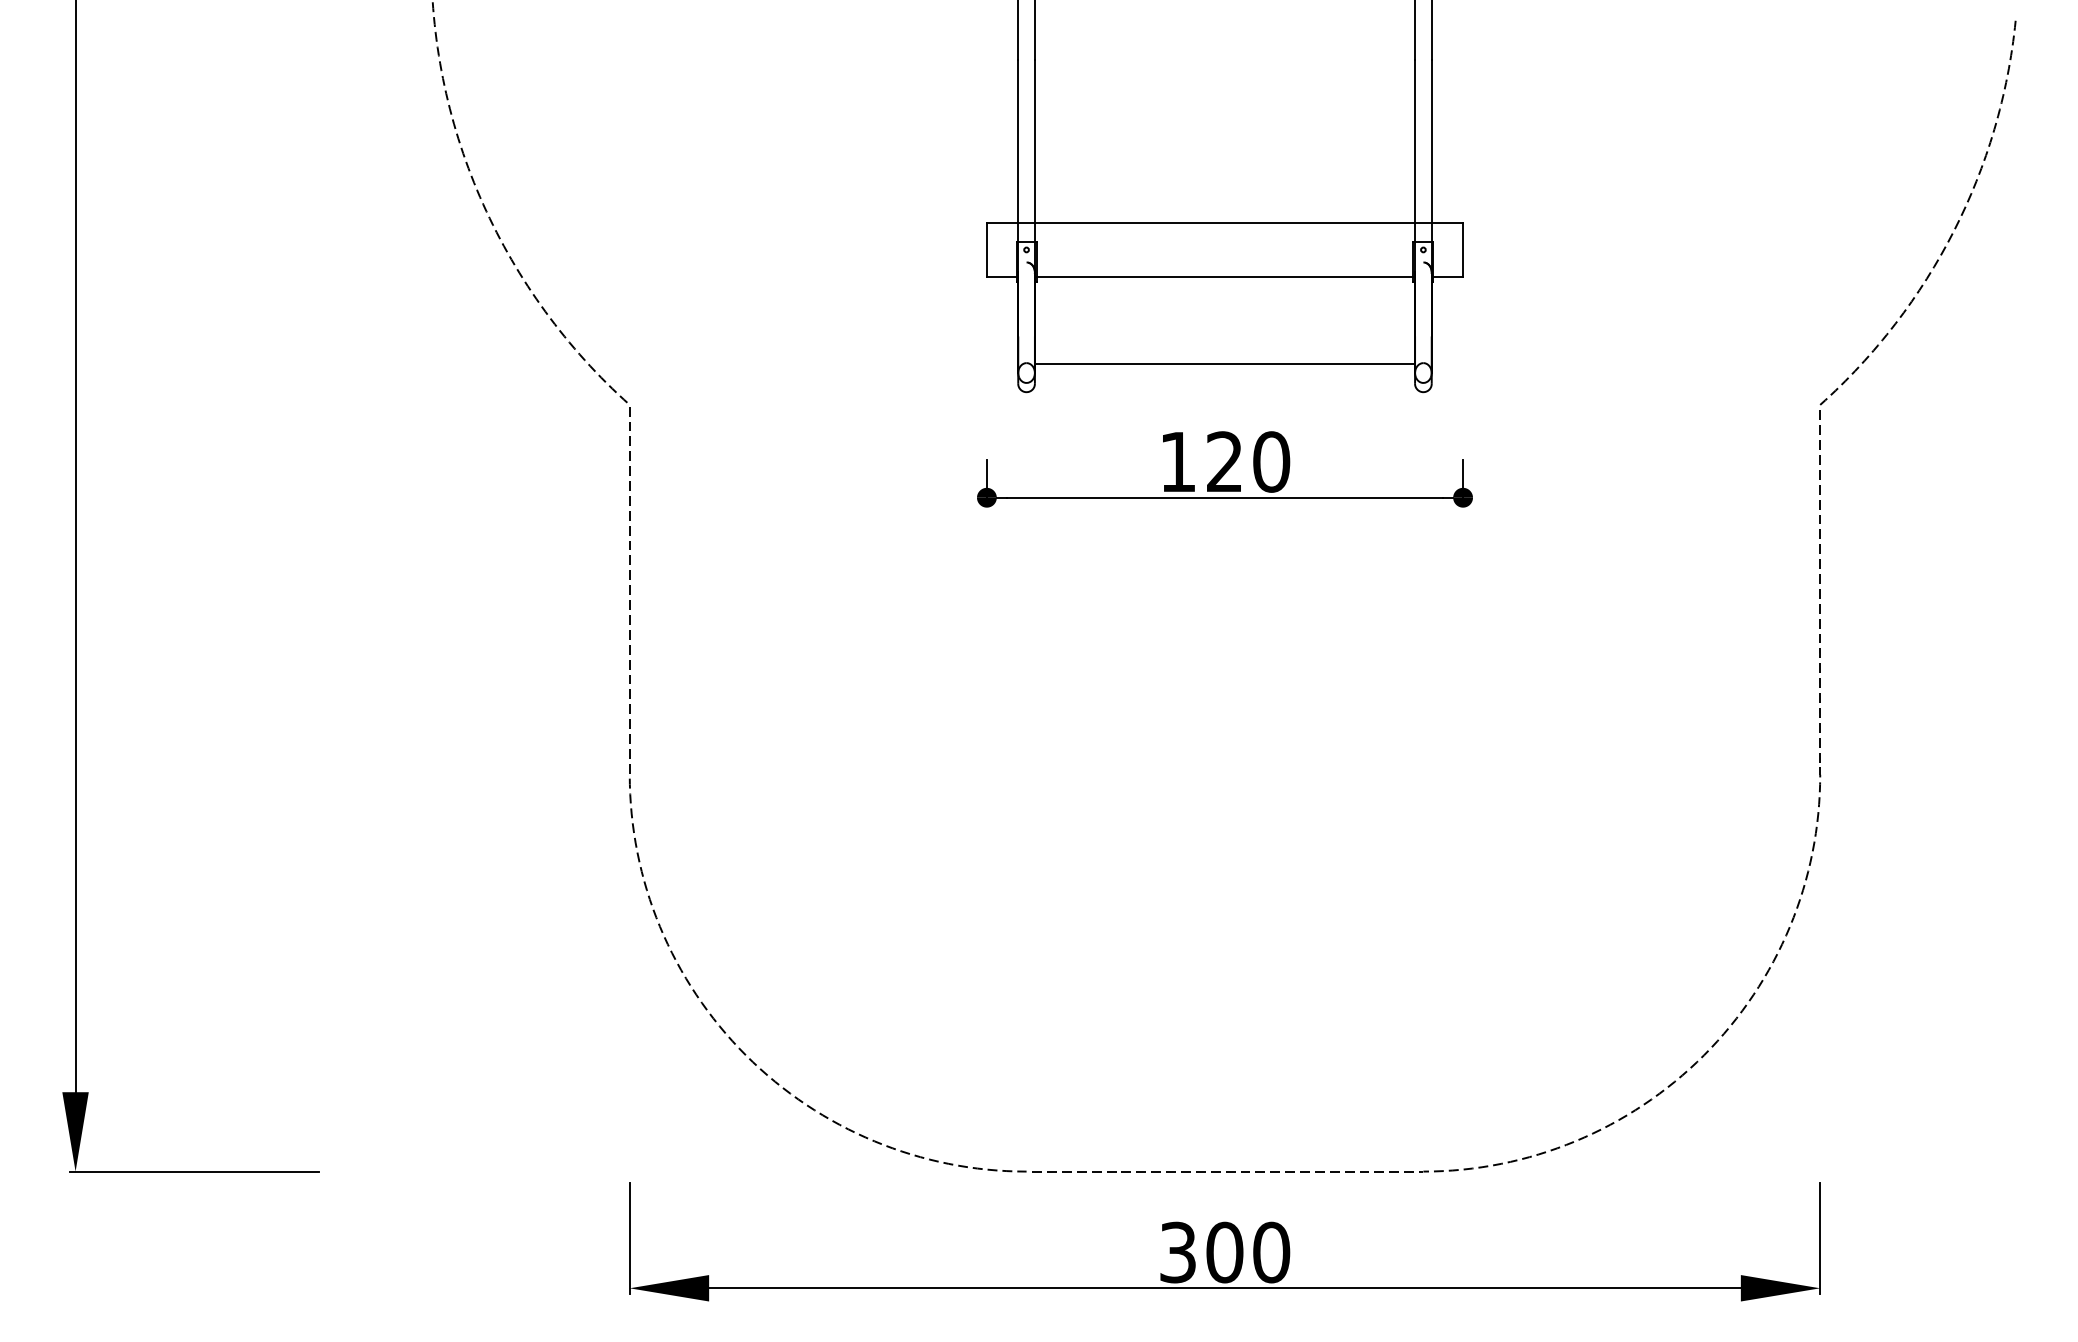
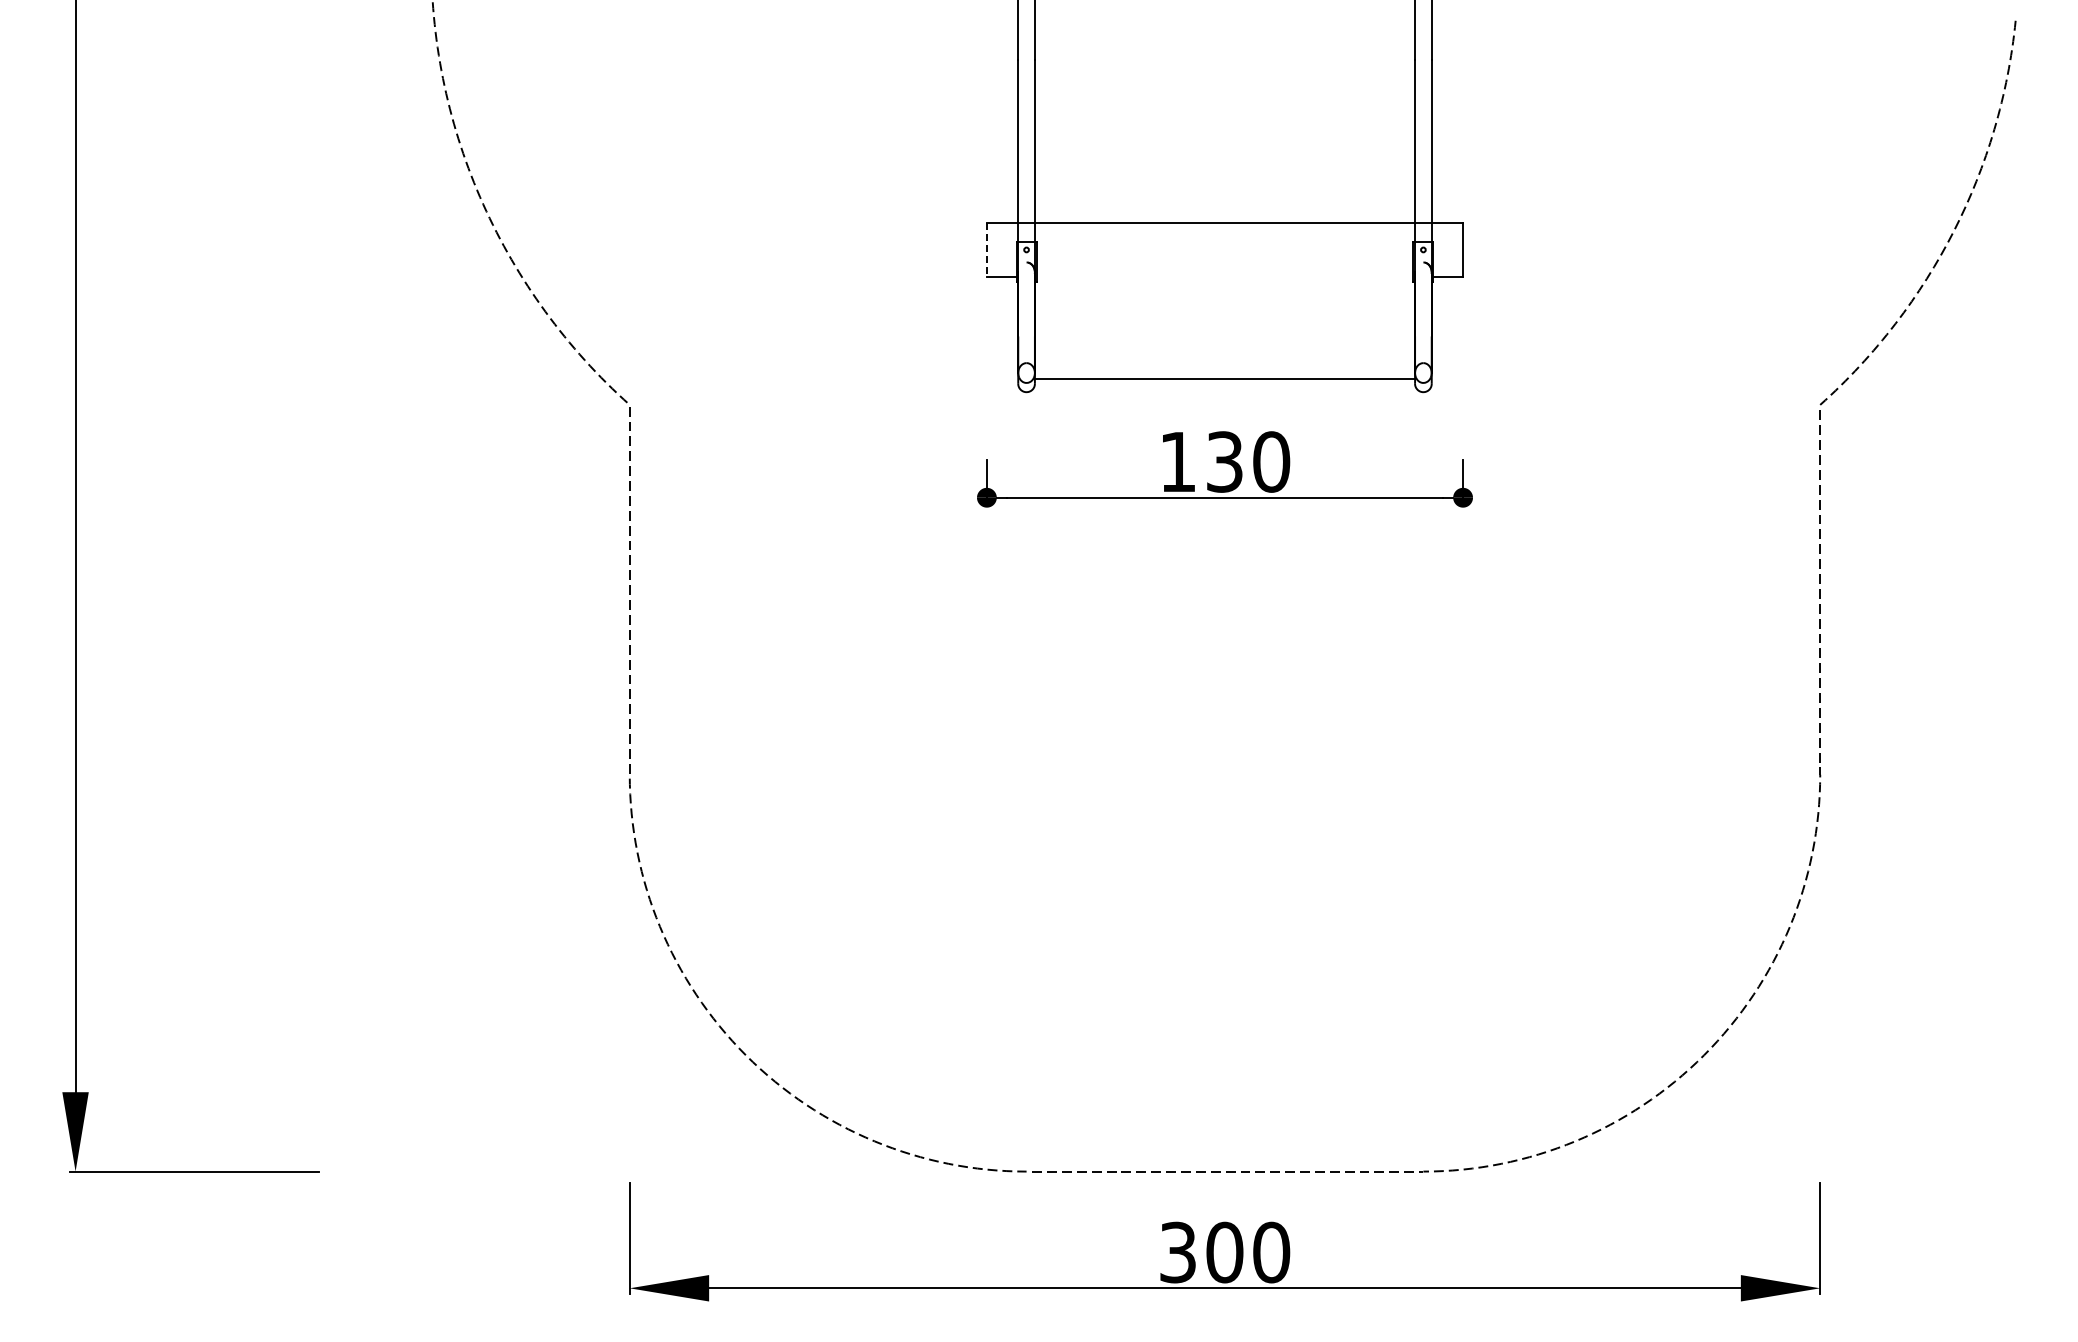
line at (986, 249): solid -> dashed
line at (1224, 276): present -> none
line at (1224, 363) position: (1224, 363) -> (1224, 378)
text at (1224, 461): 120 -> 130
